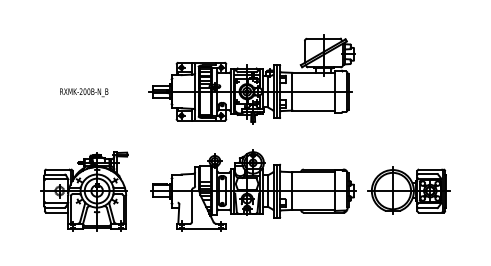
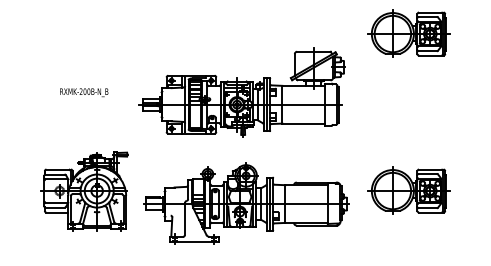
part at (408, 33): none -> present
part at (251, 79) position: (251, 79) -> (241, 92)
part at (253, 190) position: (253, 190) -> (246, 203)
